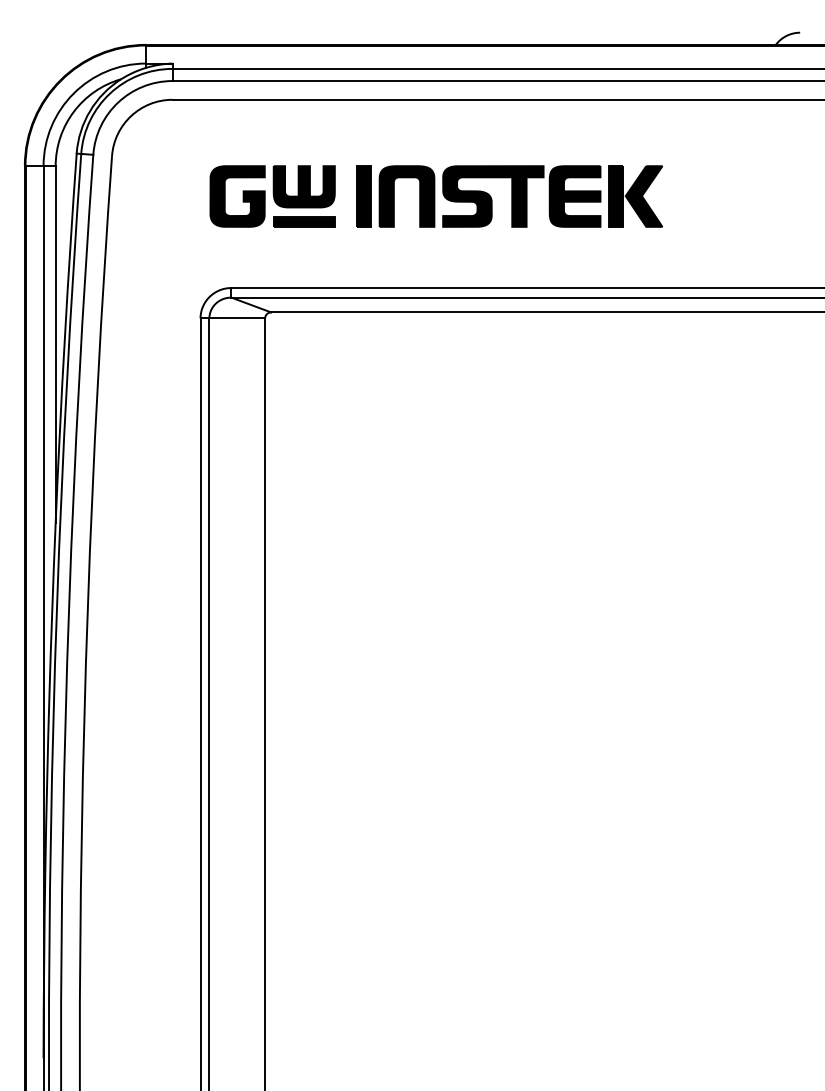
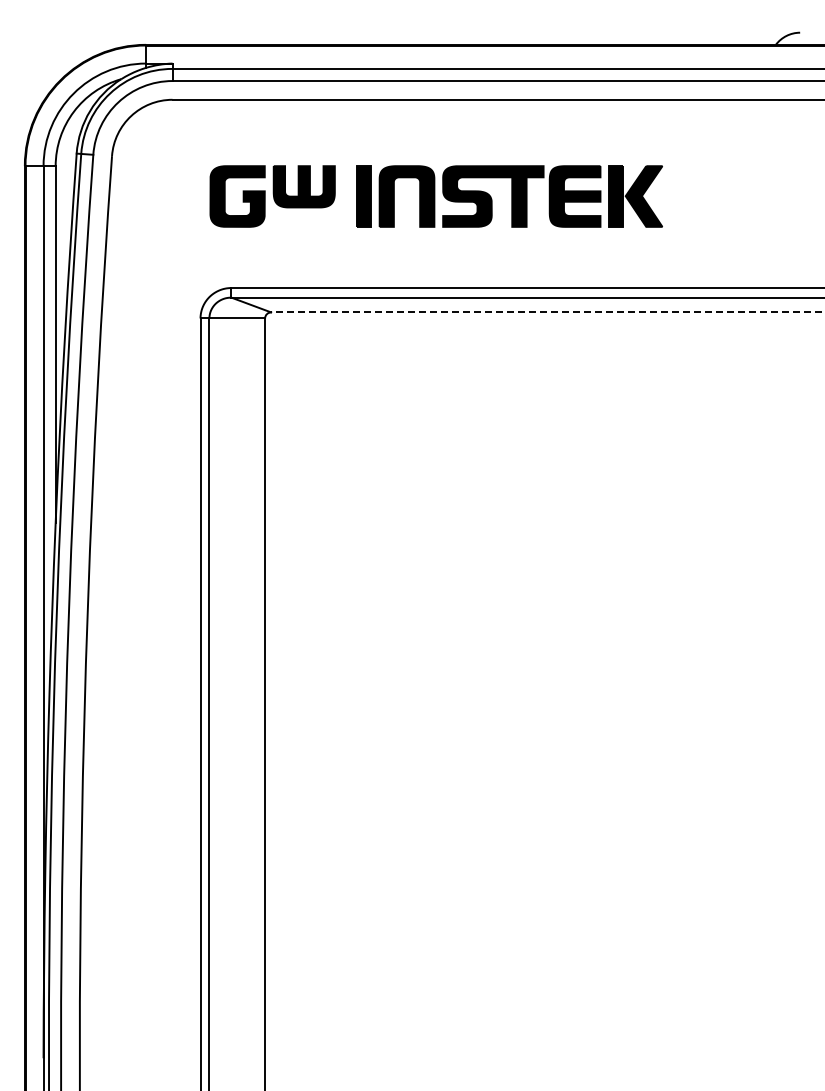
part at (304, 221): present -> none
line at (547, 312): solid -> dashed
